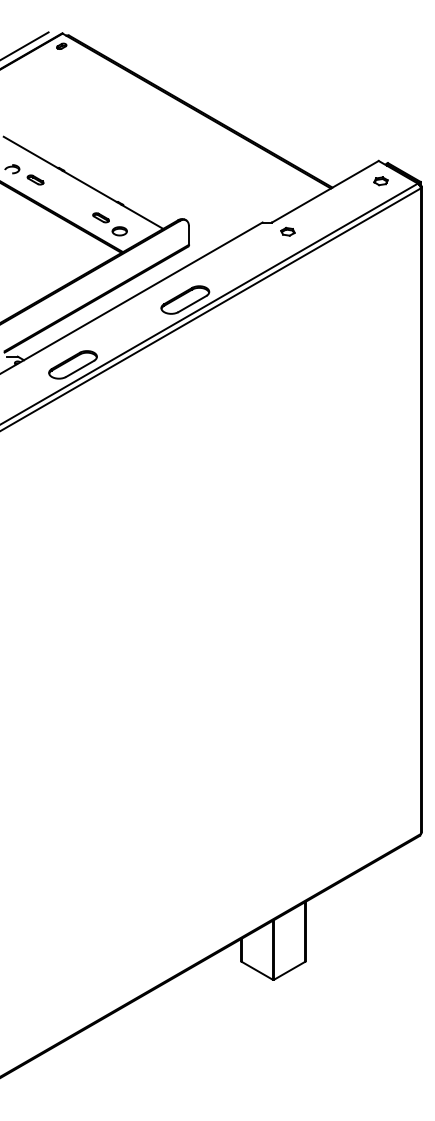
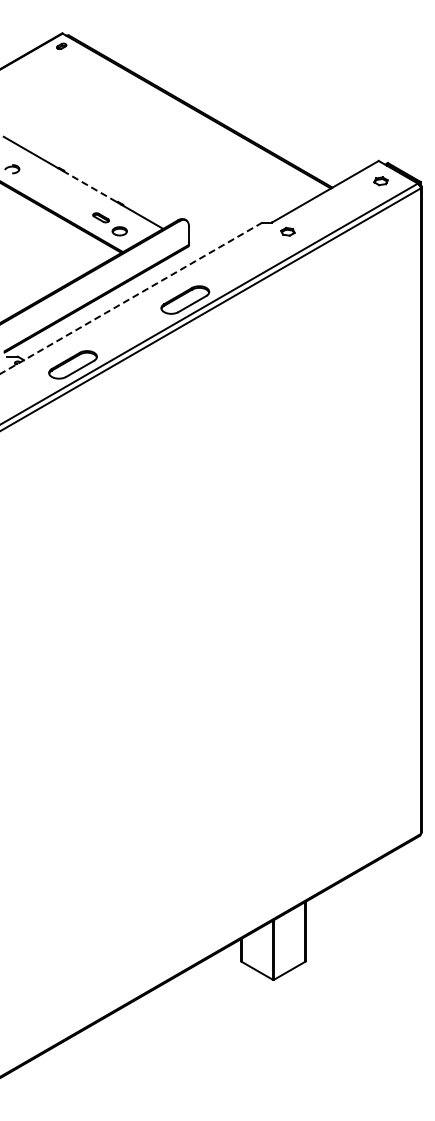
line at (25, 45): present -> none
part at (35, 179): present -> none
line at (90, 186): solid -> dashed
line at (131, 298): solid -> dashed
